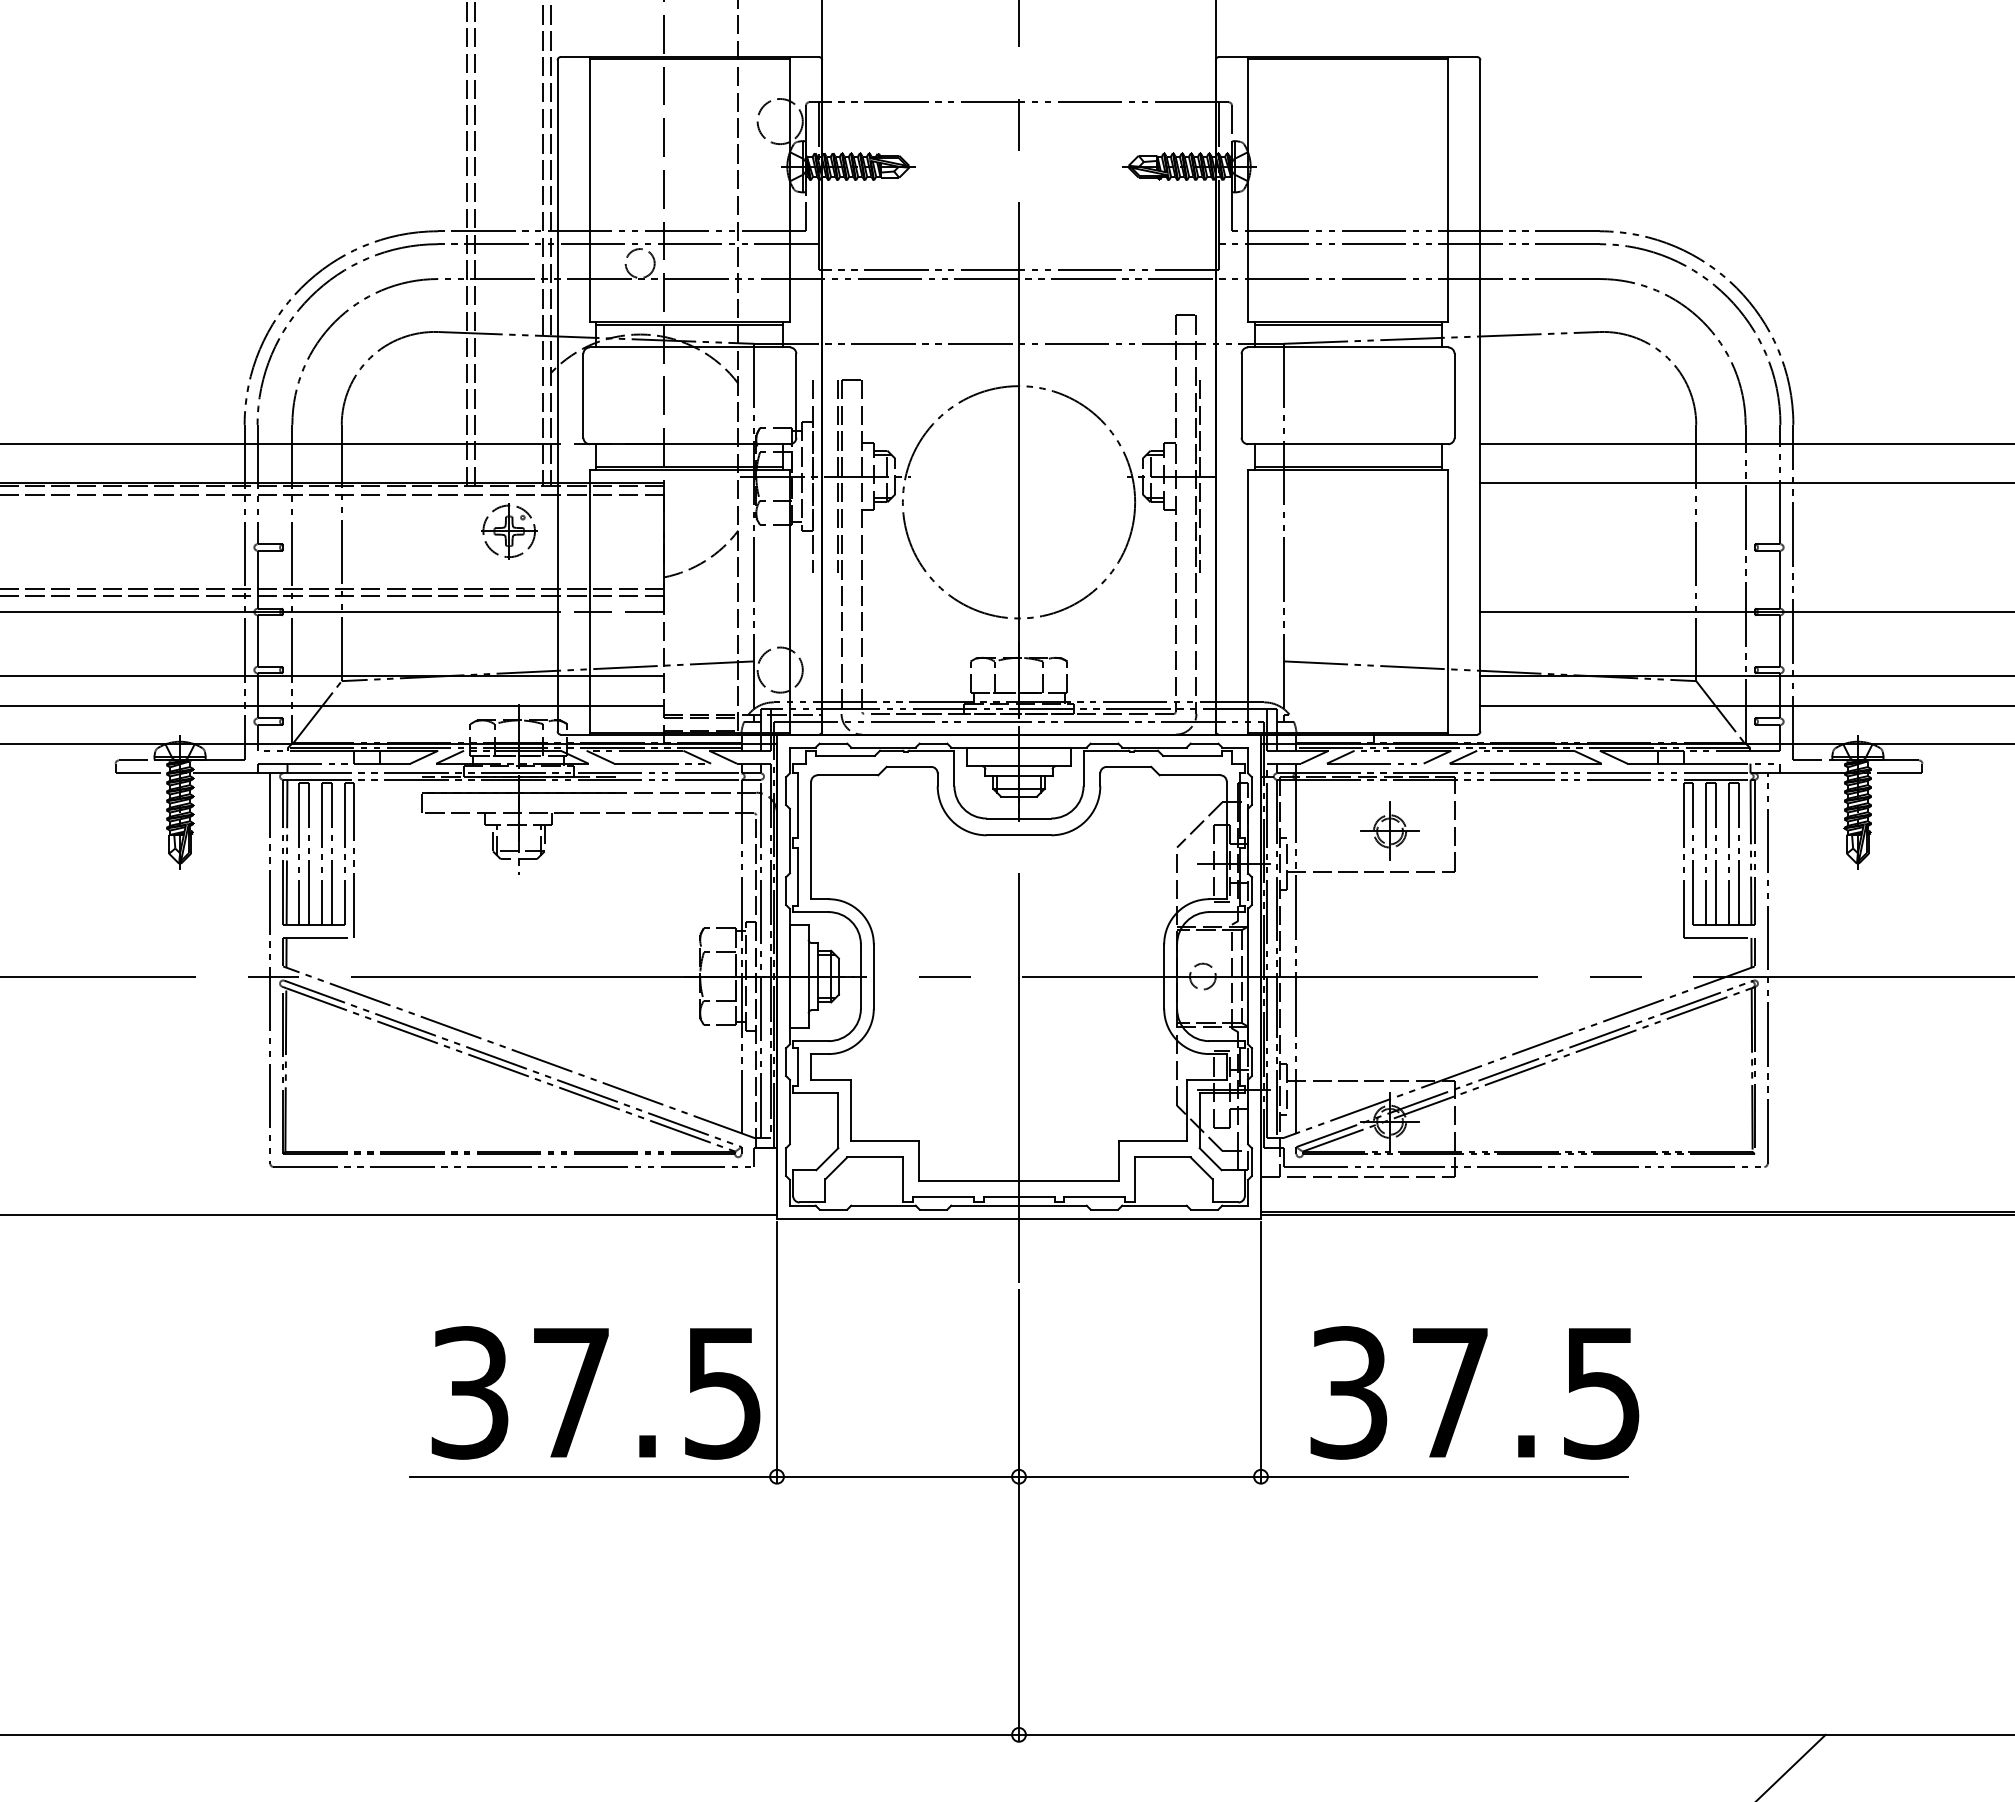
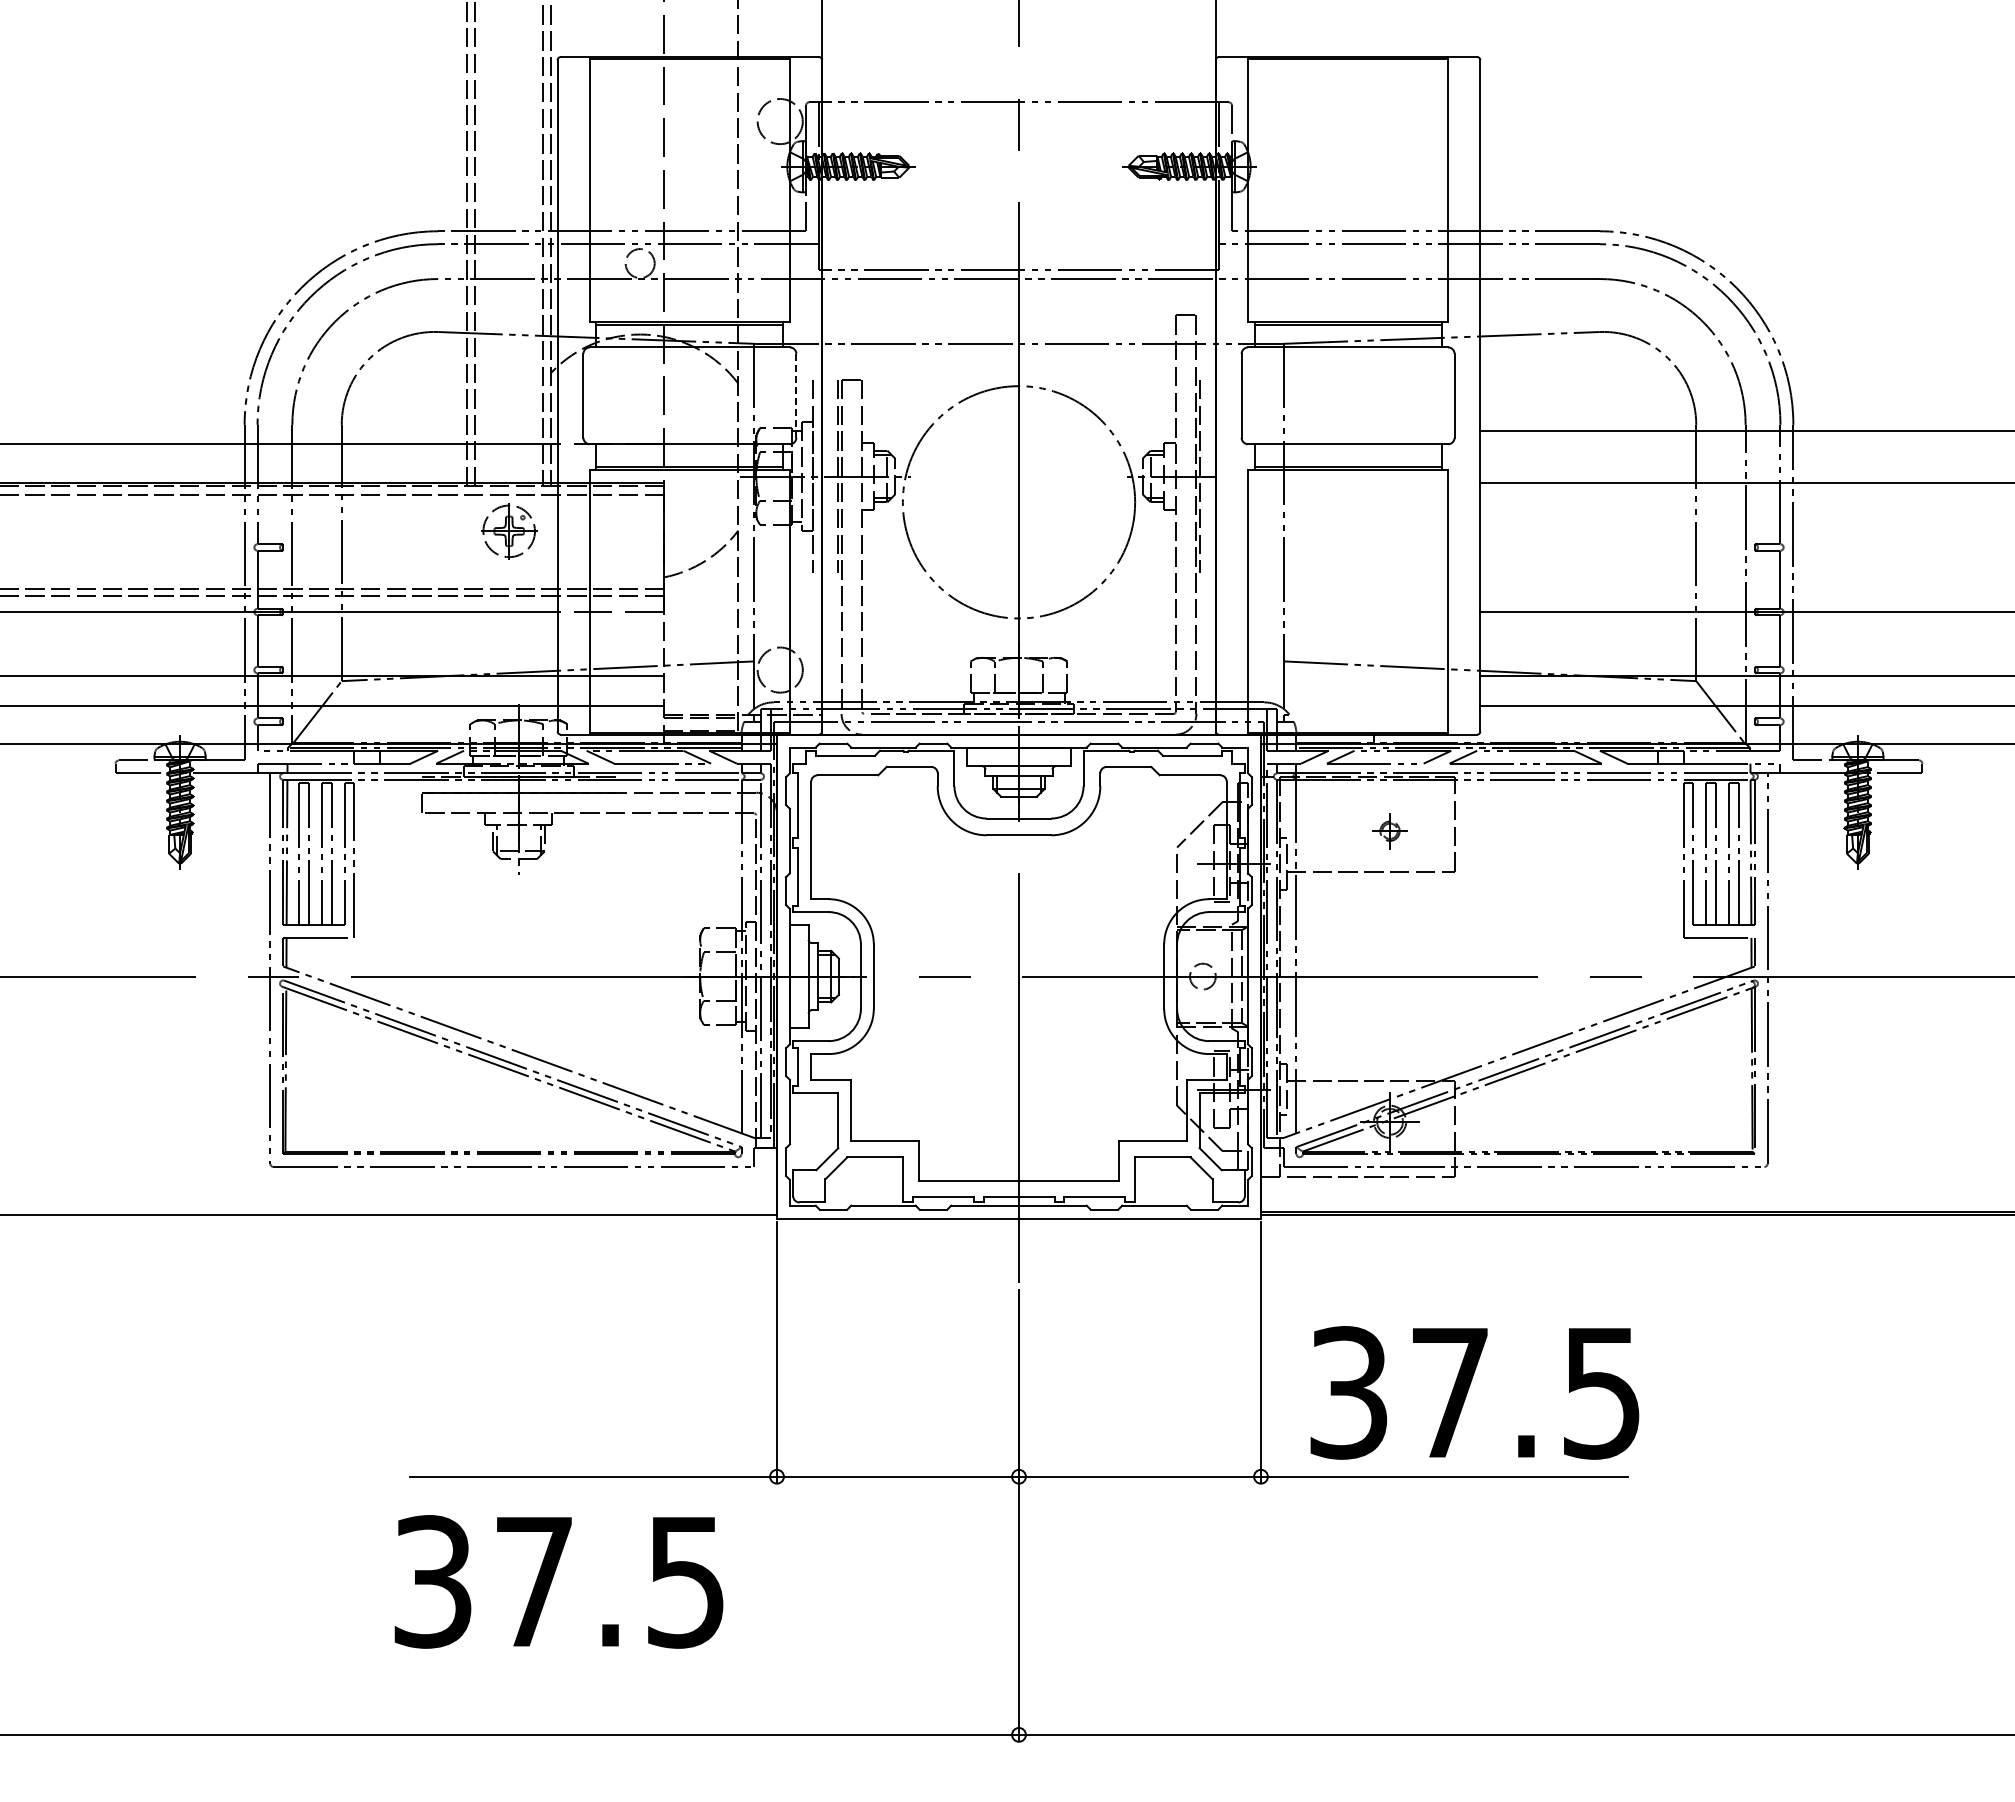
line at (796, 395): solid -> dashed
line at (1745, 444) position: (1745, 444) -> (1745, 431)
part at (1389, 830) size: 60x60 px -> 36x37 px
text at (595, 1392) position: (595, 1392) -> (558, 1581)
line at (1792, 1766): present -> none
